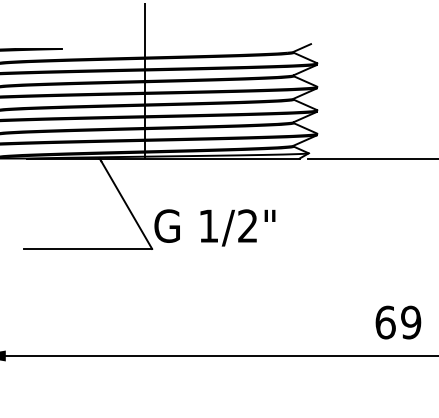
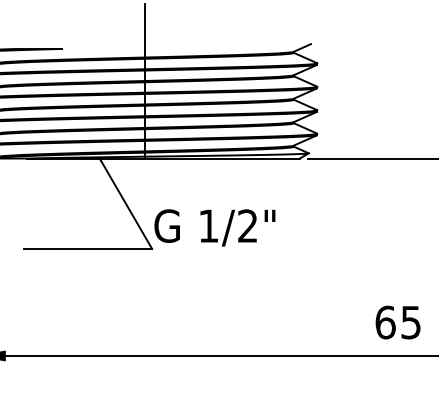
text at (411, 322): 69 -> 65
